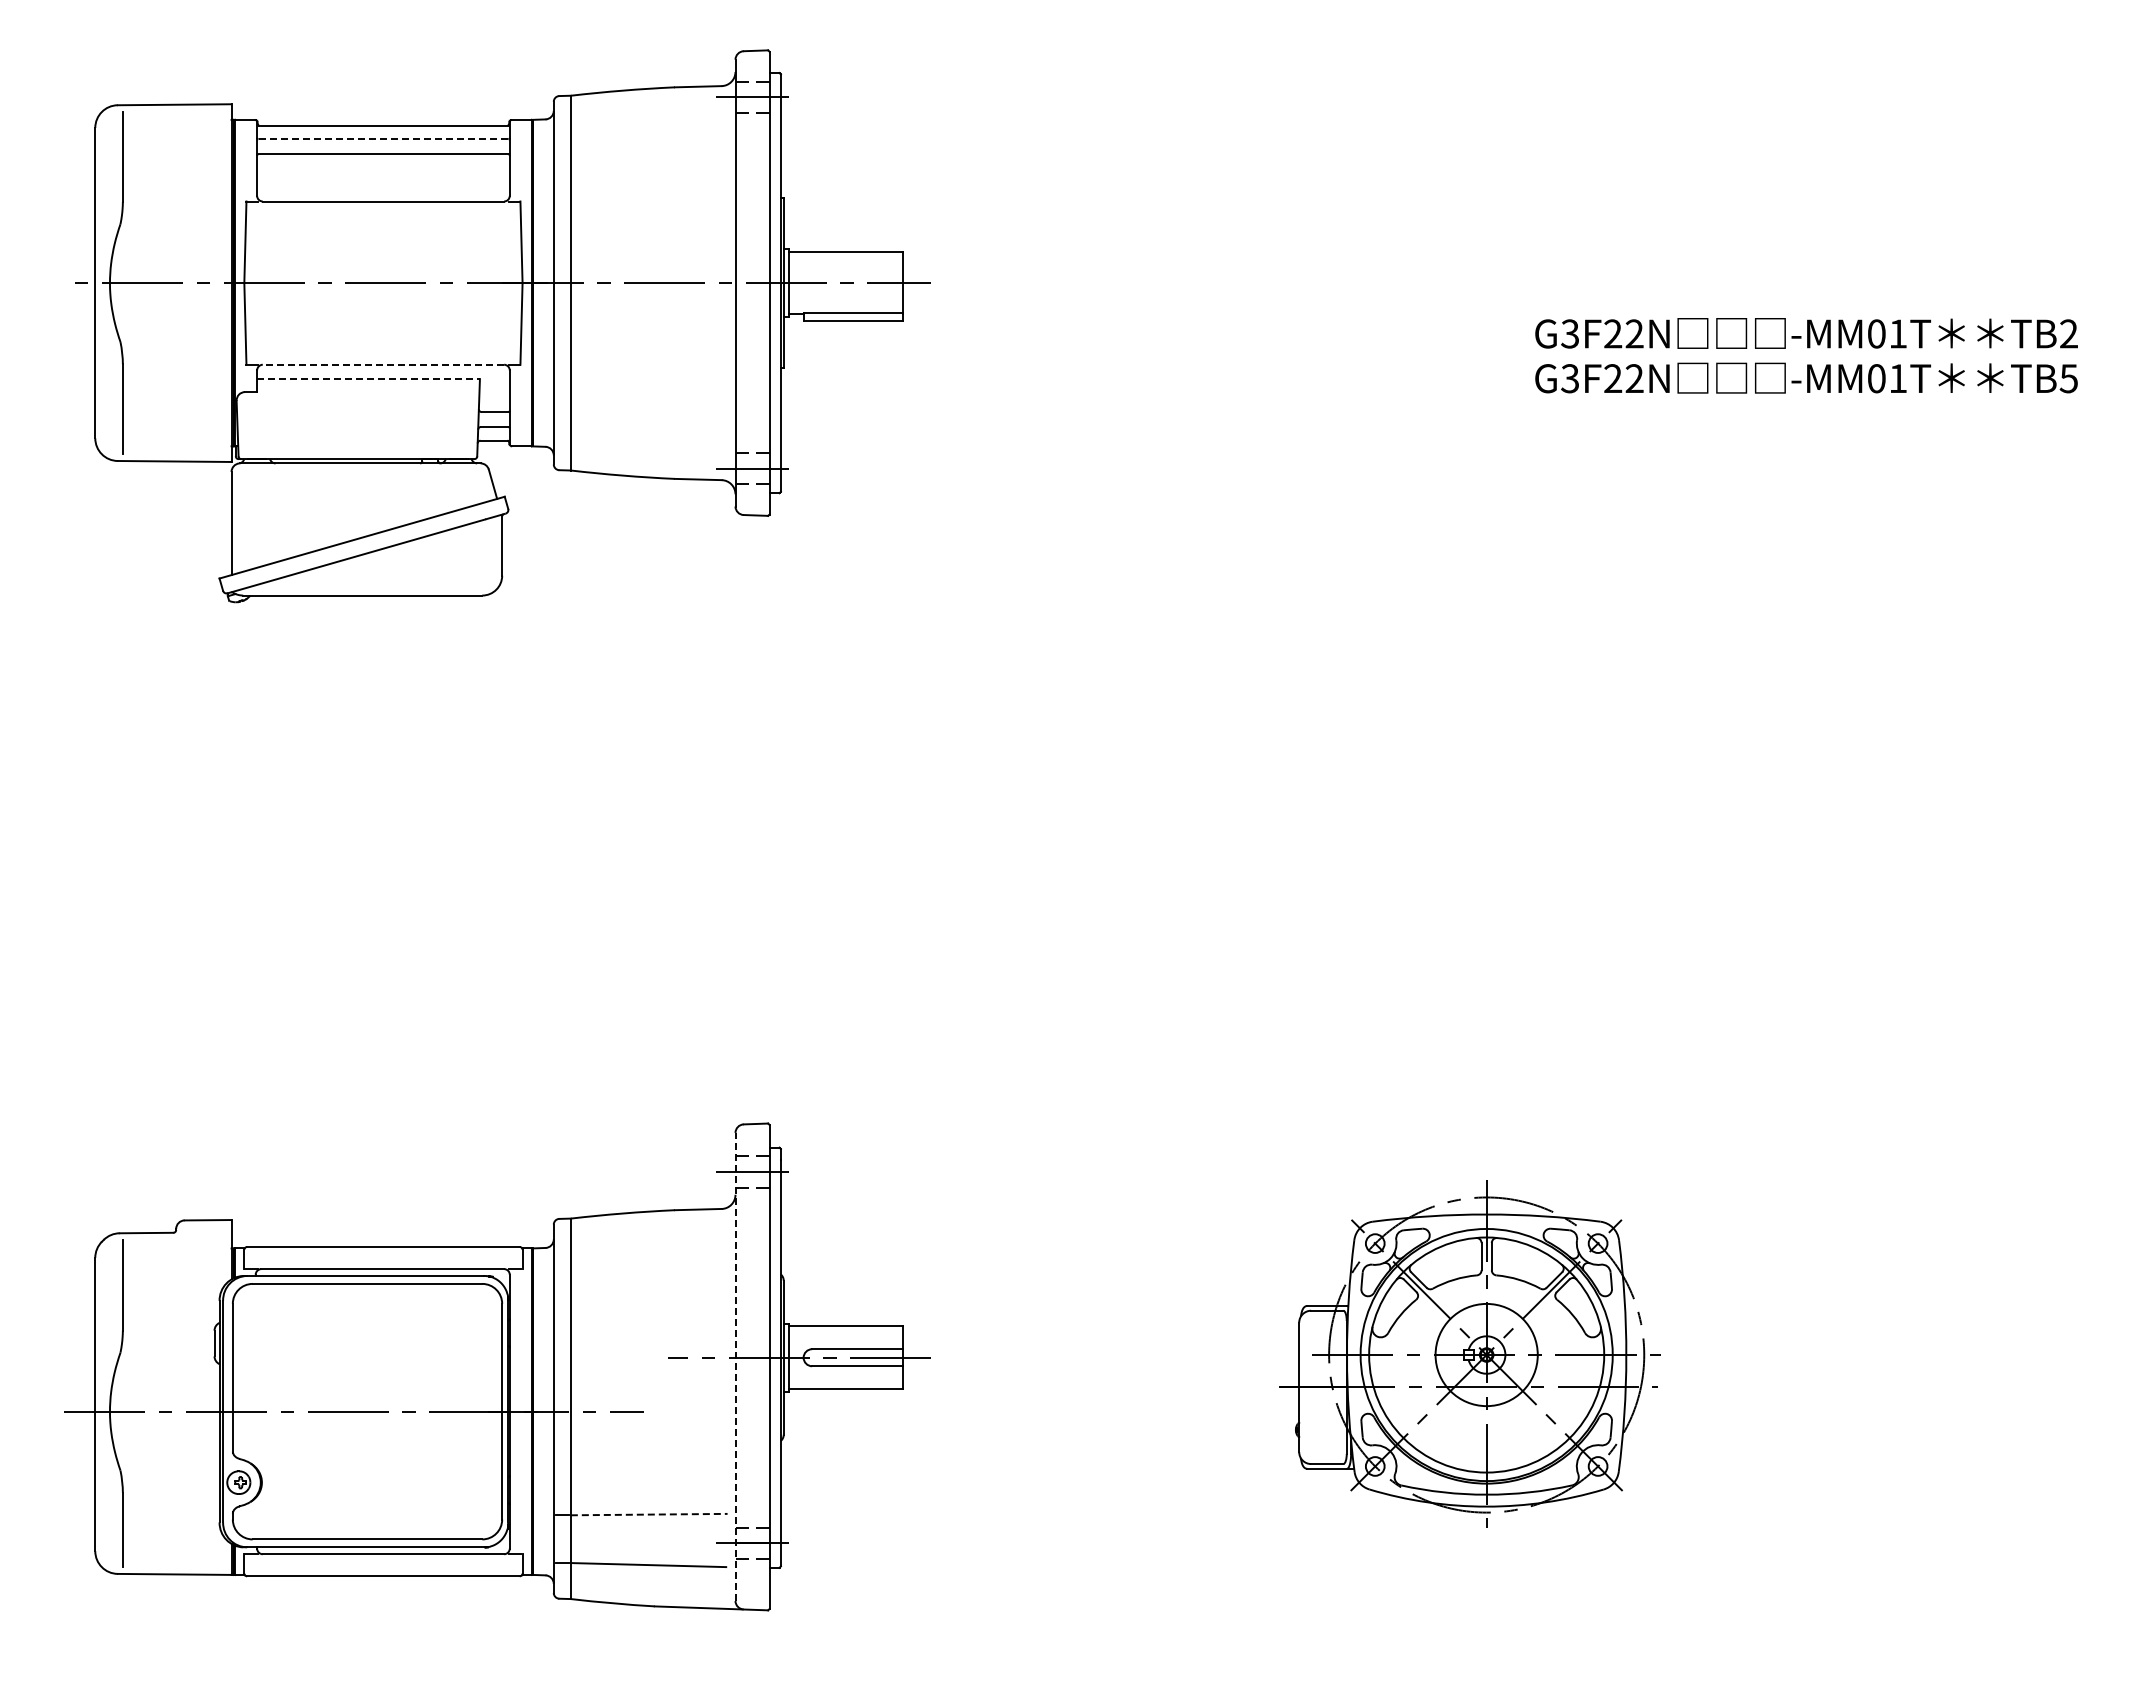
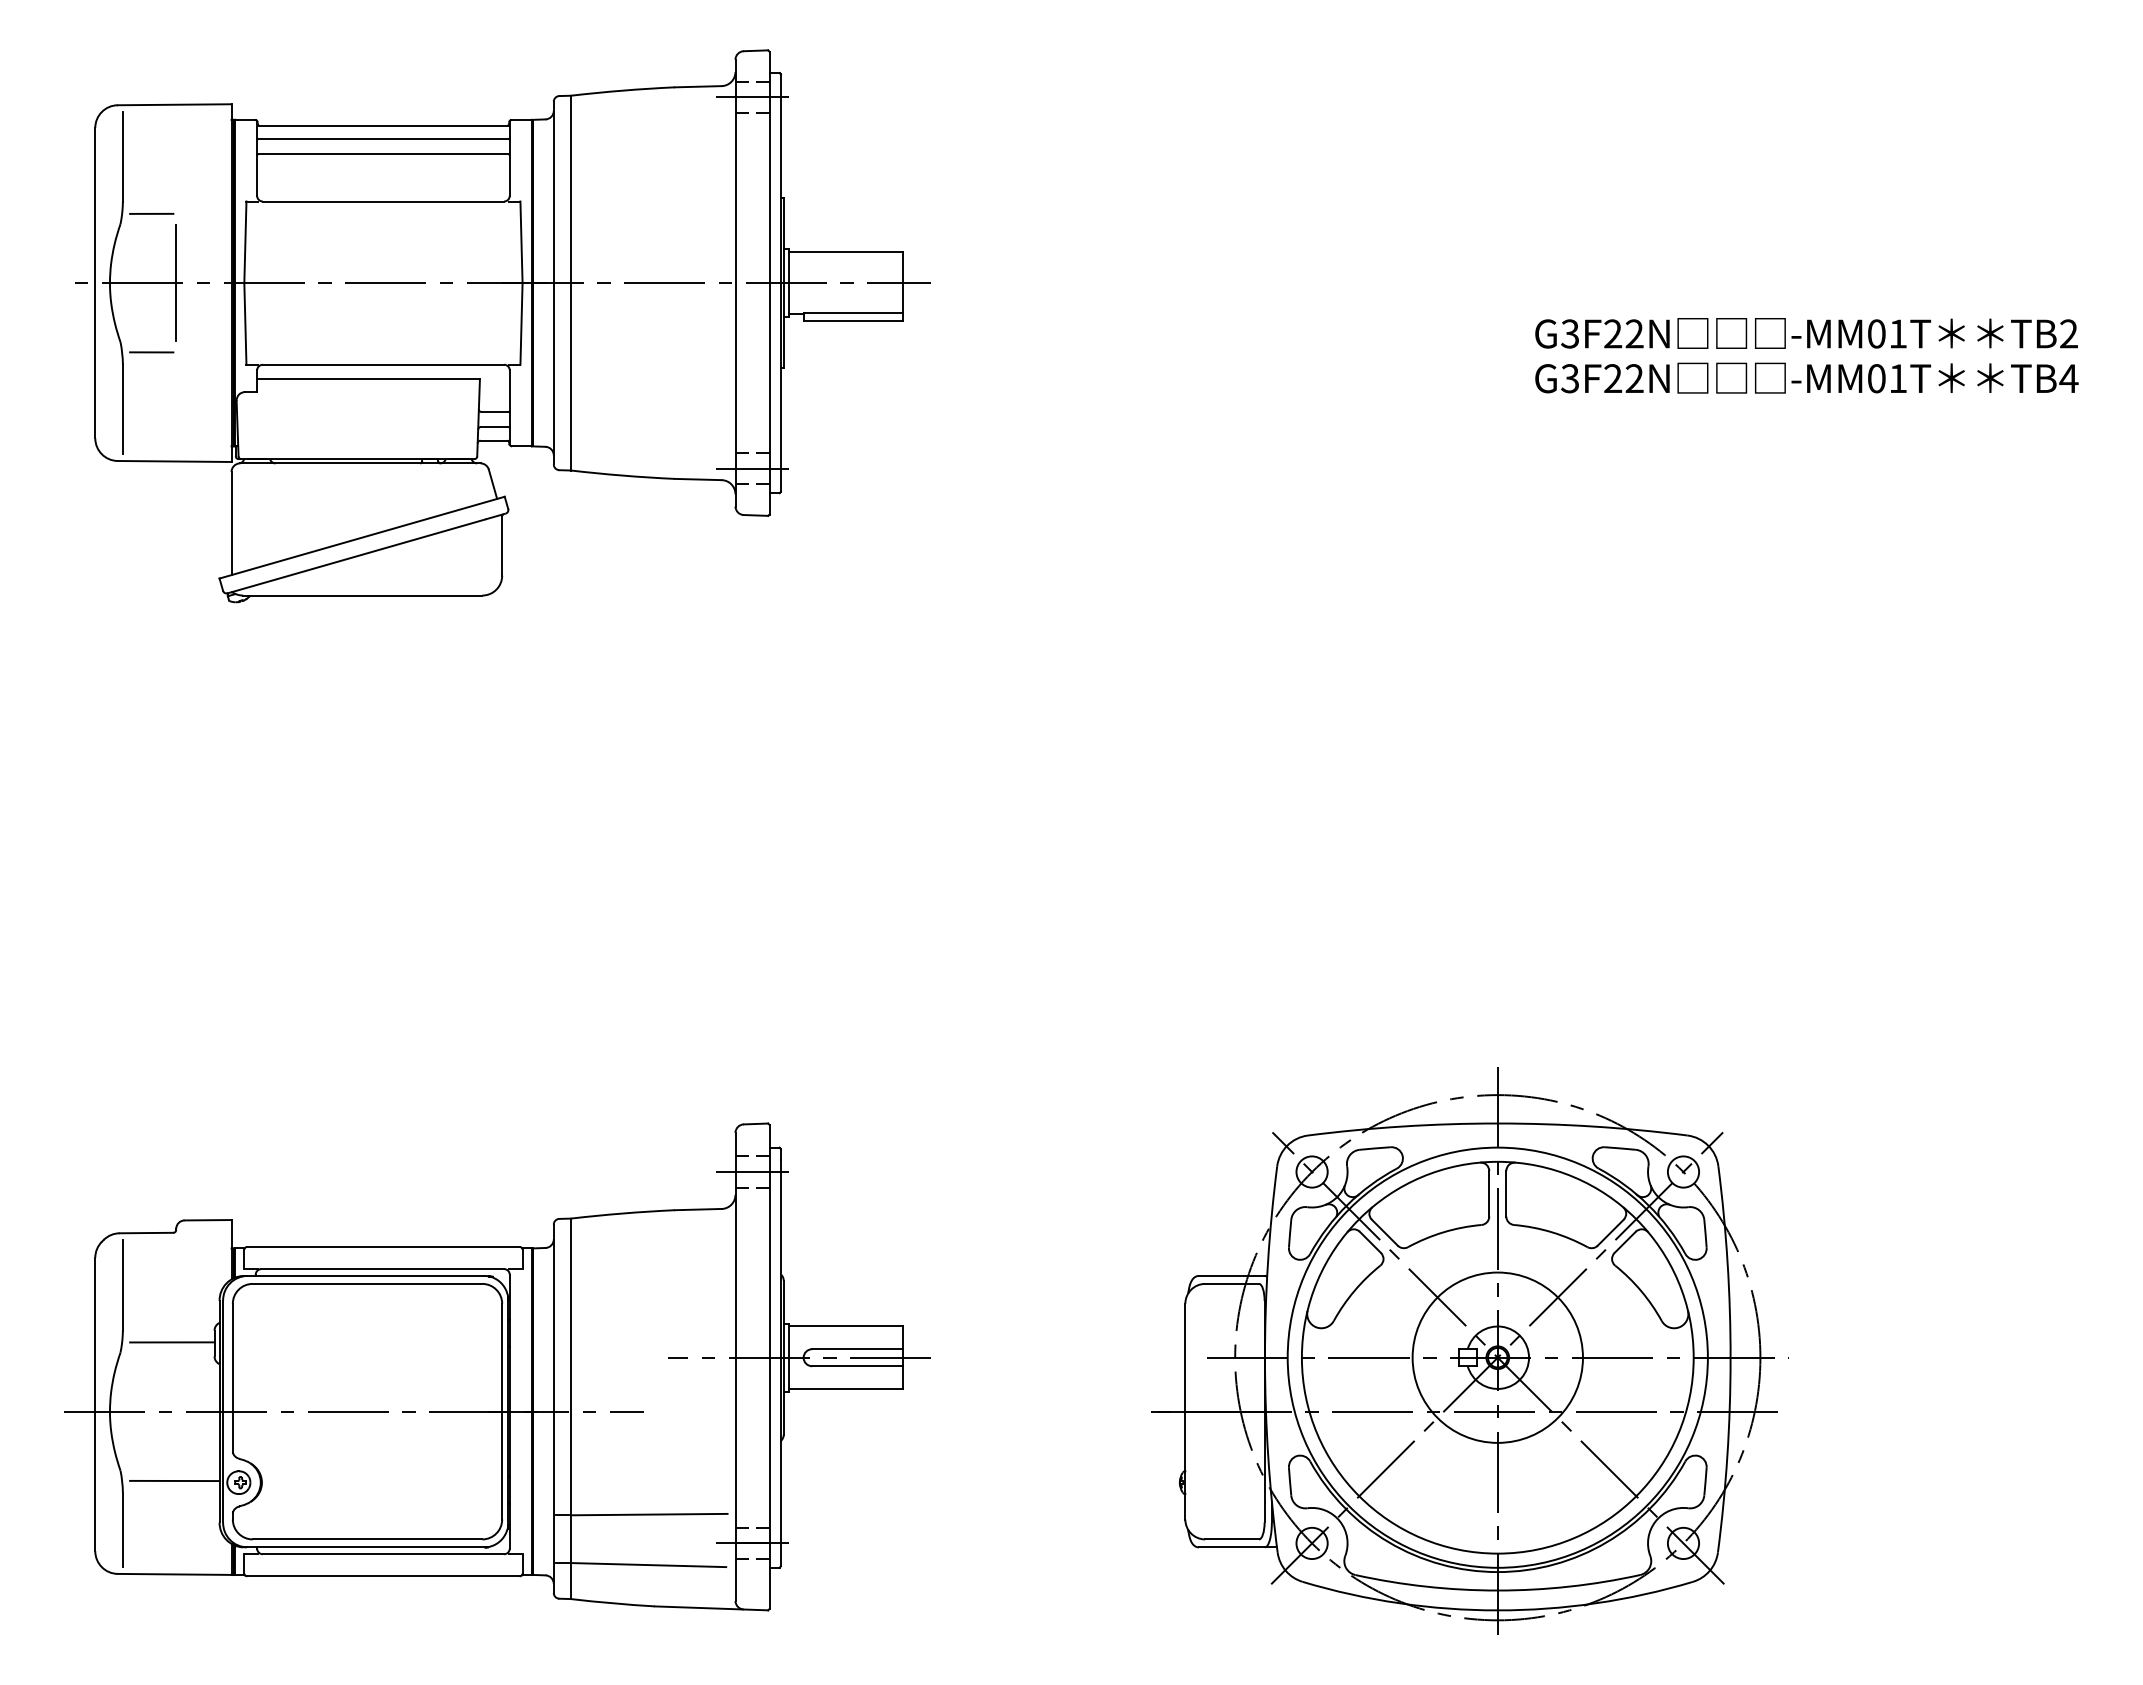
line at (383, 139): dashed -> solid
line at (151, 213): none -> present
line at (176, 283): none -> present
line at (151, 352): none -> present
line at (383, 364): dashed -> solid
text at (2068, 378): TB5 -> TB4
line at (369, 379): dashed -> solid
line at (172, 1342): none -> present
part at (1469, 1353) size: 382x348 px -> 638x568 px
line at (735, 1366): dashed -> solid
line at (174, 1480): none -> present
line at (649, 1514): dashed -> solid
